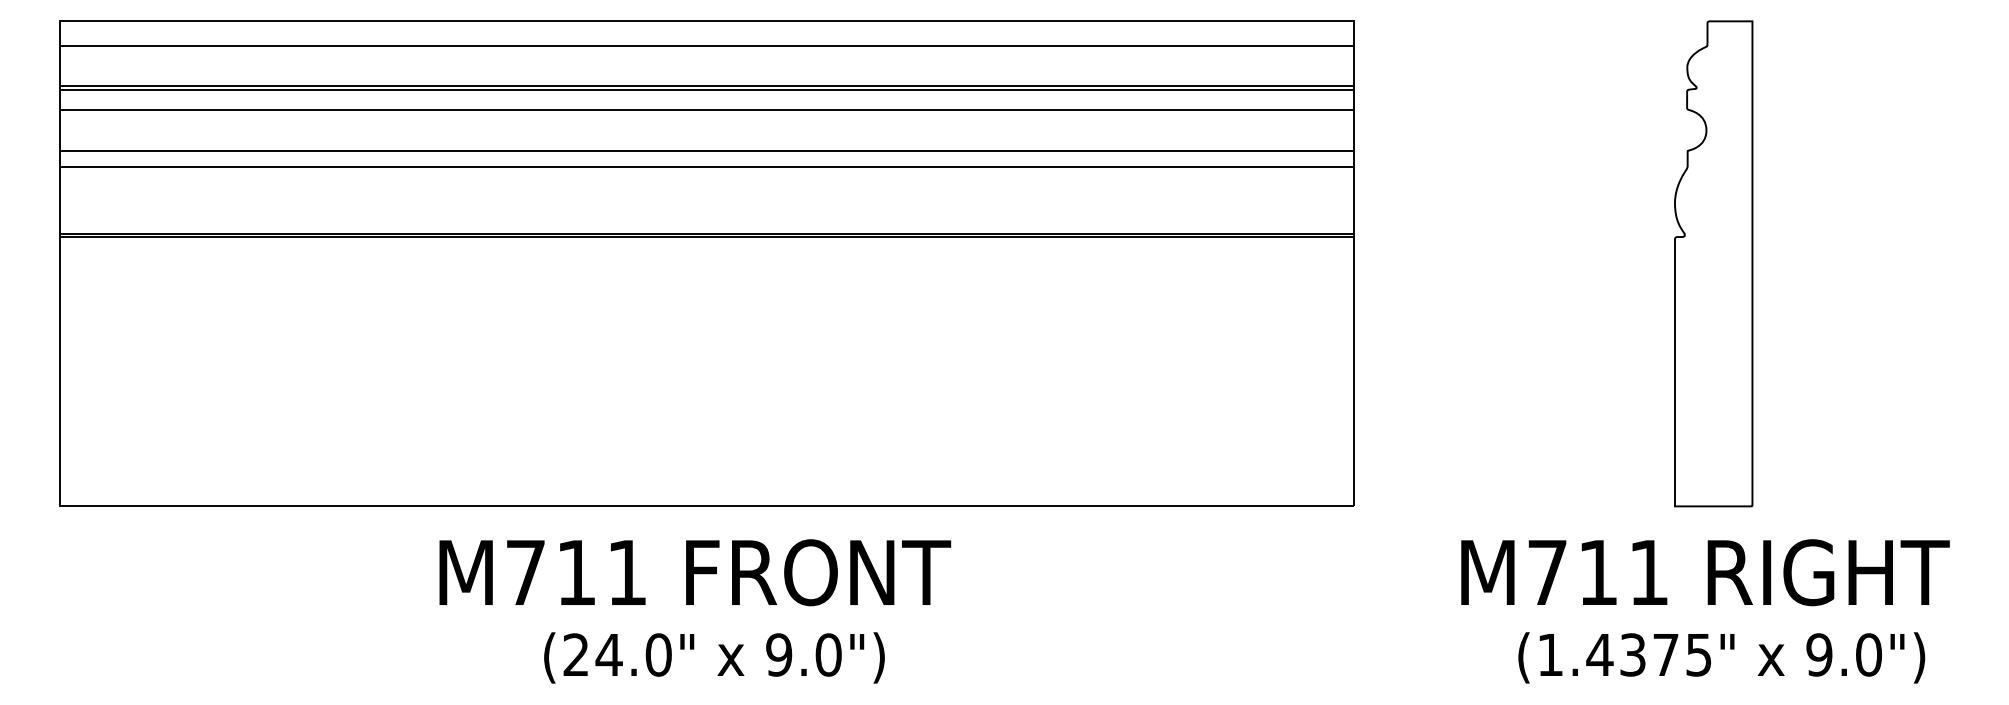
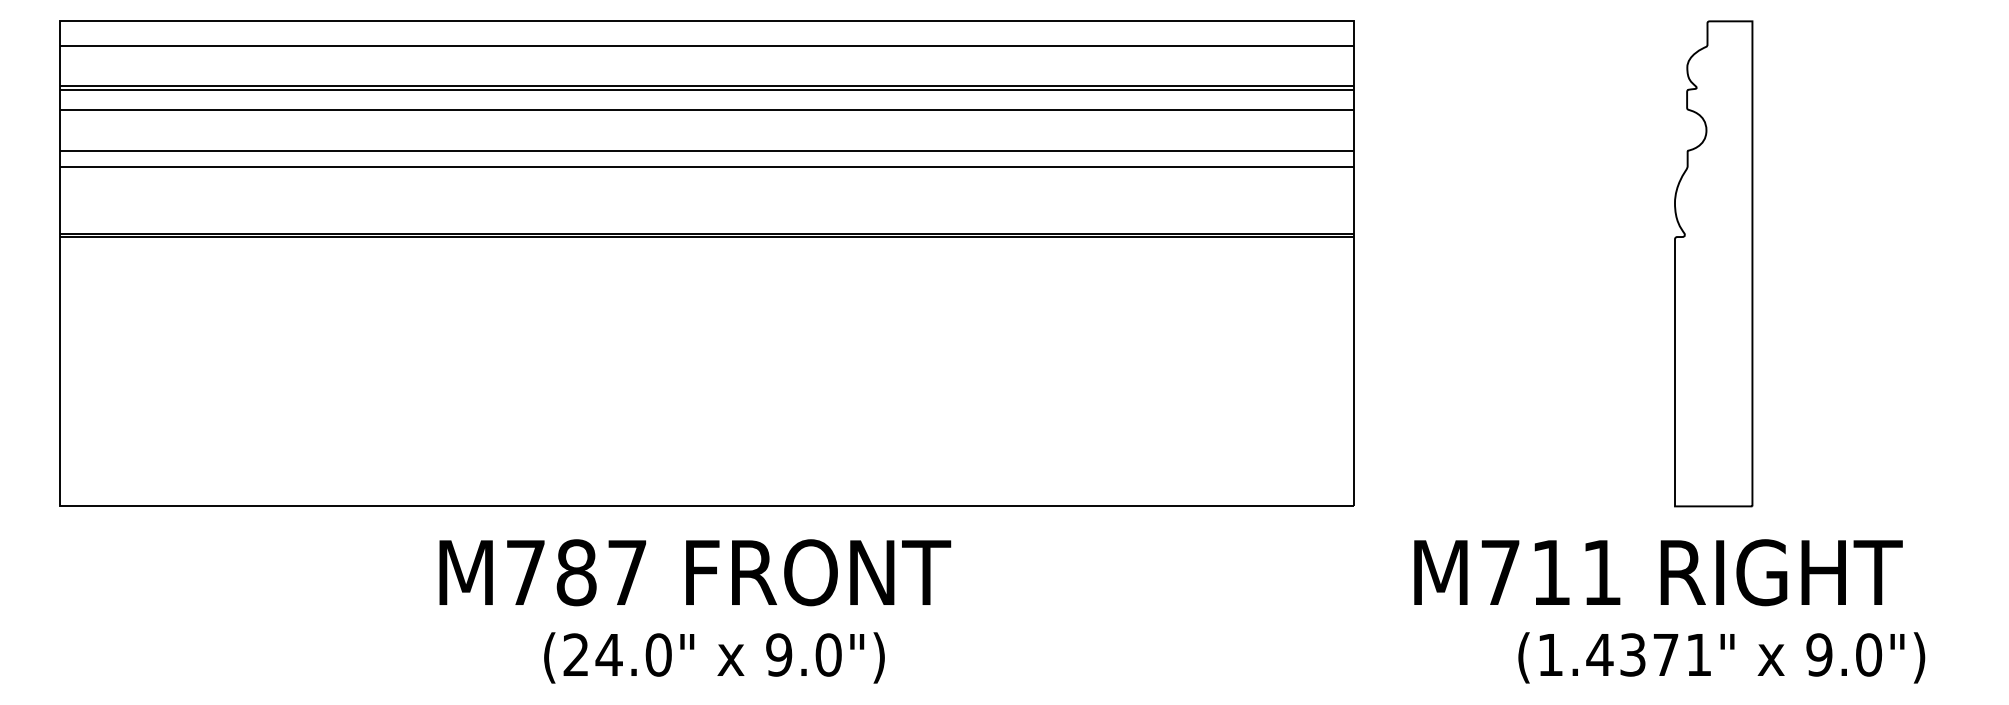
text at (601, 572): M711 -> M787
text at (1705, 572) position: (1705, 572) -> (1658, 572)
text at (1698, 655): (1.4375" -> (1.4371"
